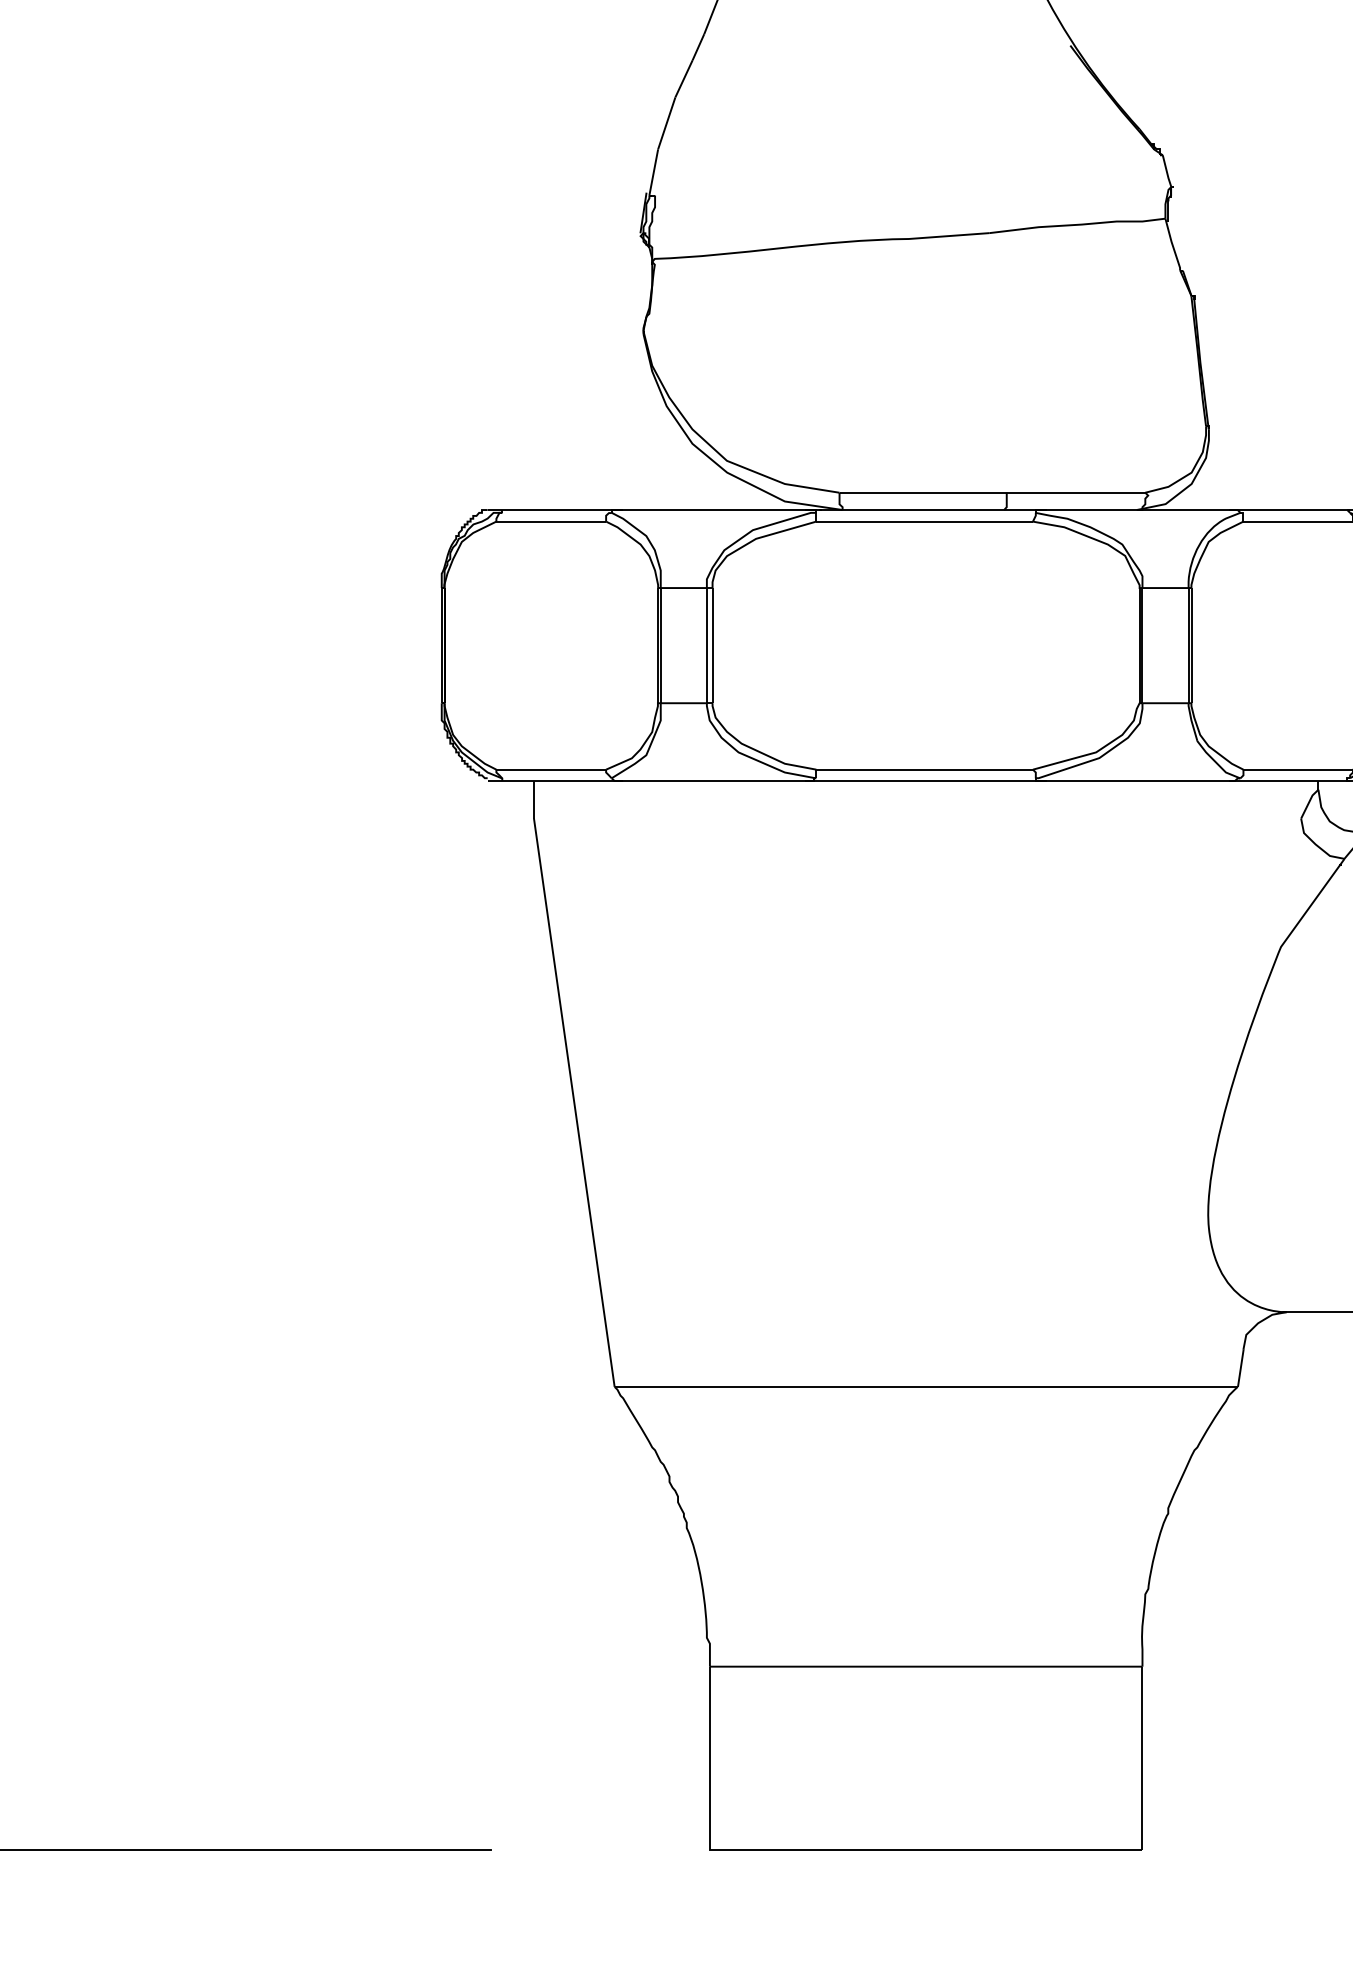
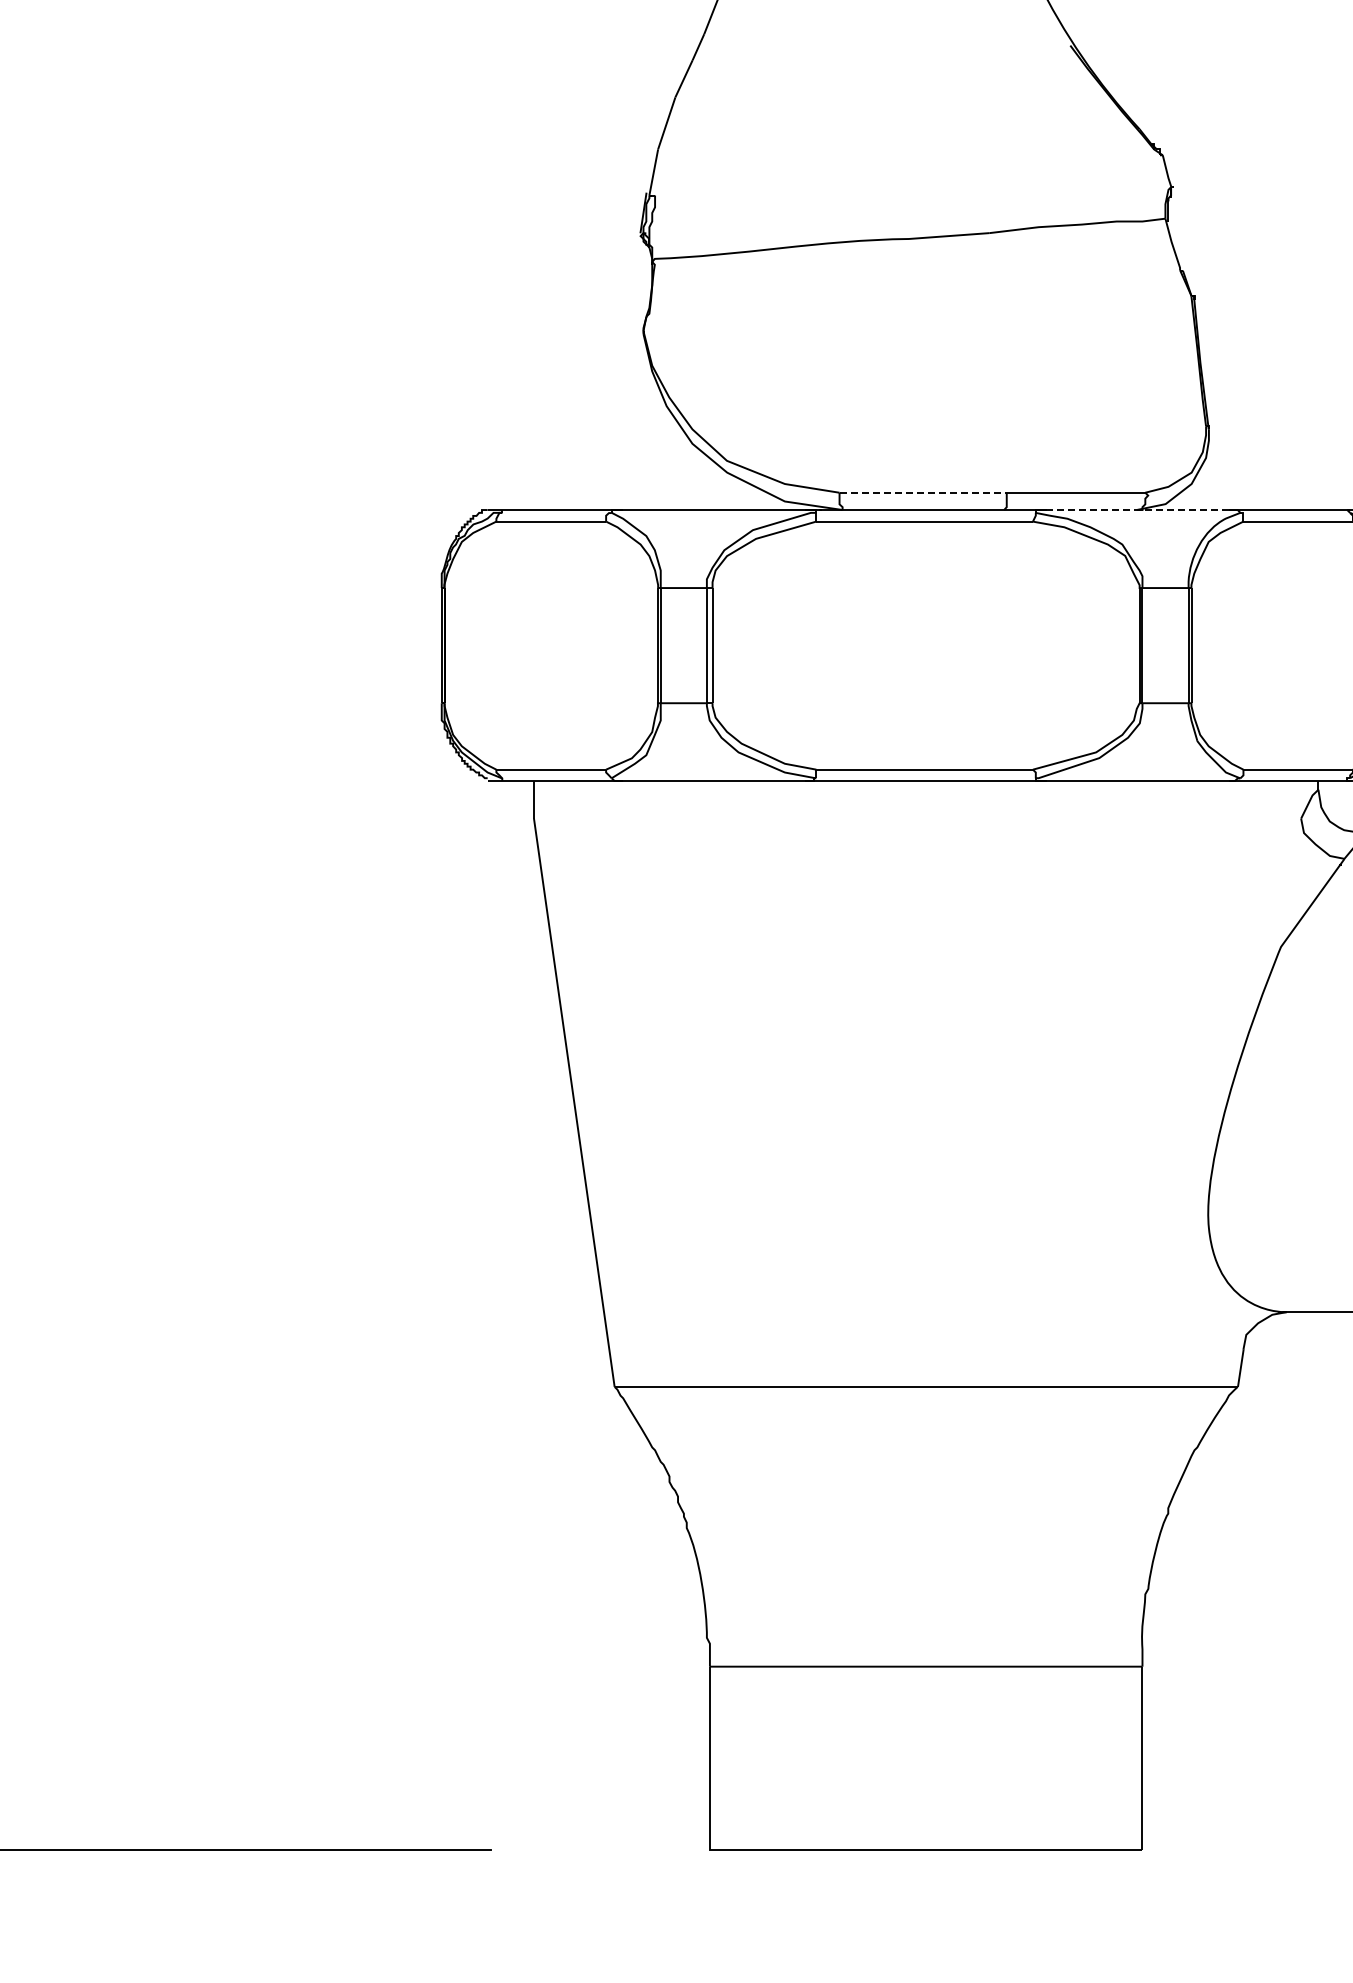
line at (923, 492): solid -> dashed
line at (1138, 510): solid -> dashed
